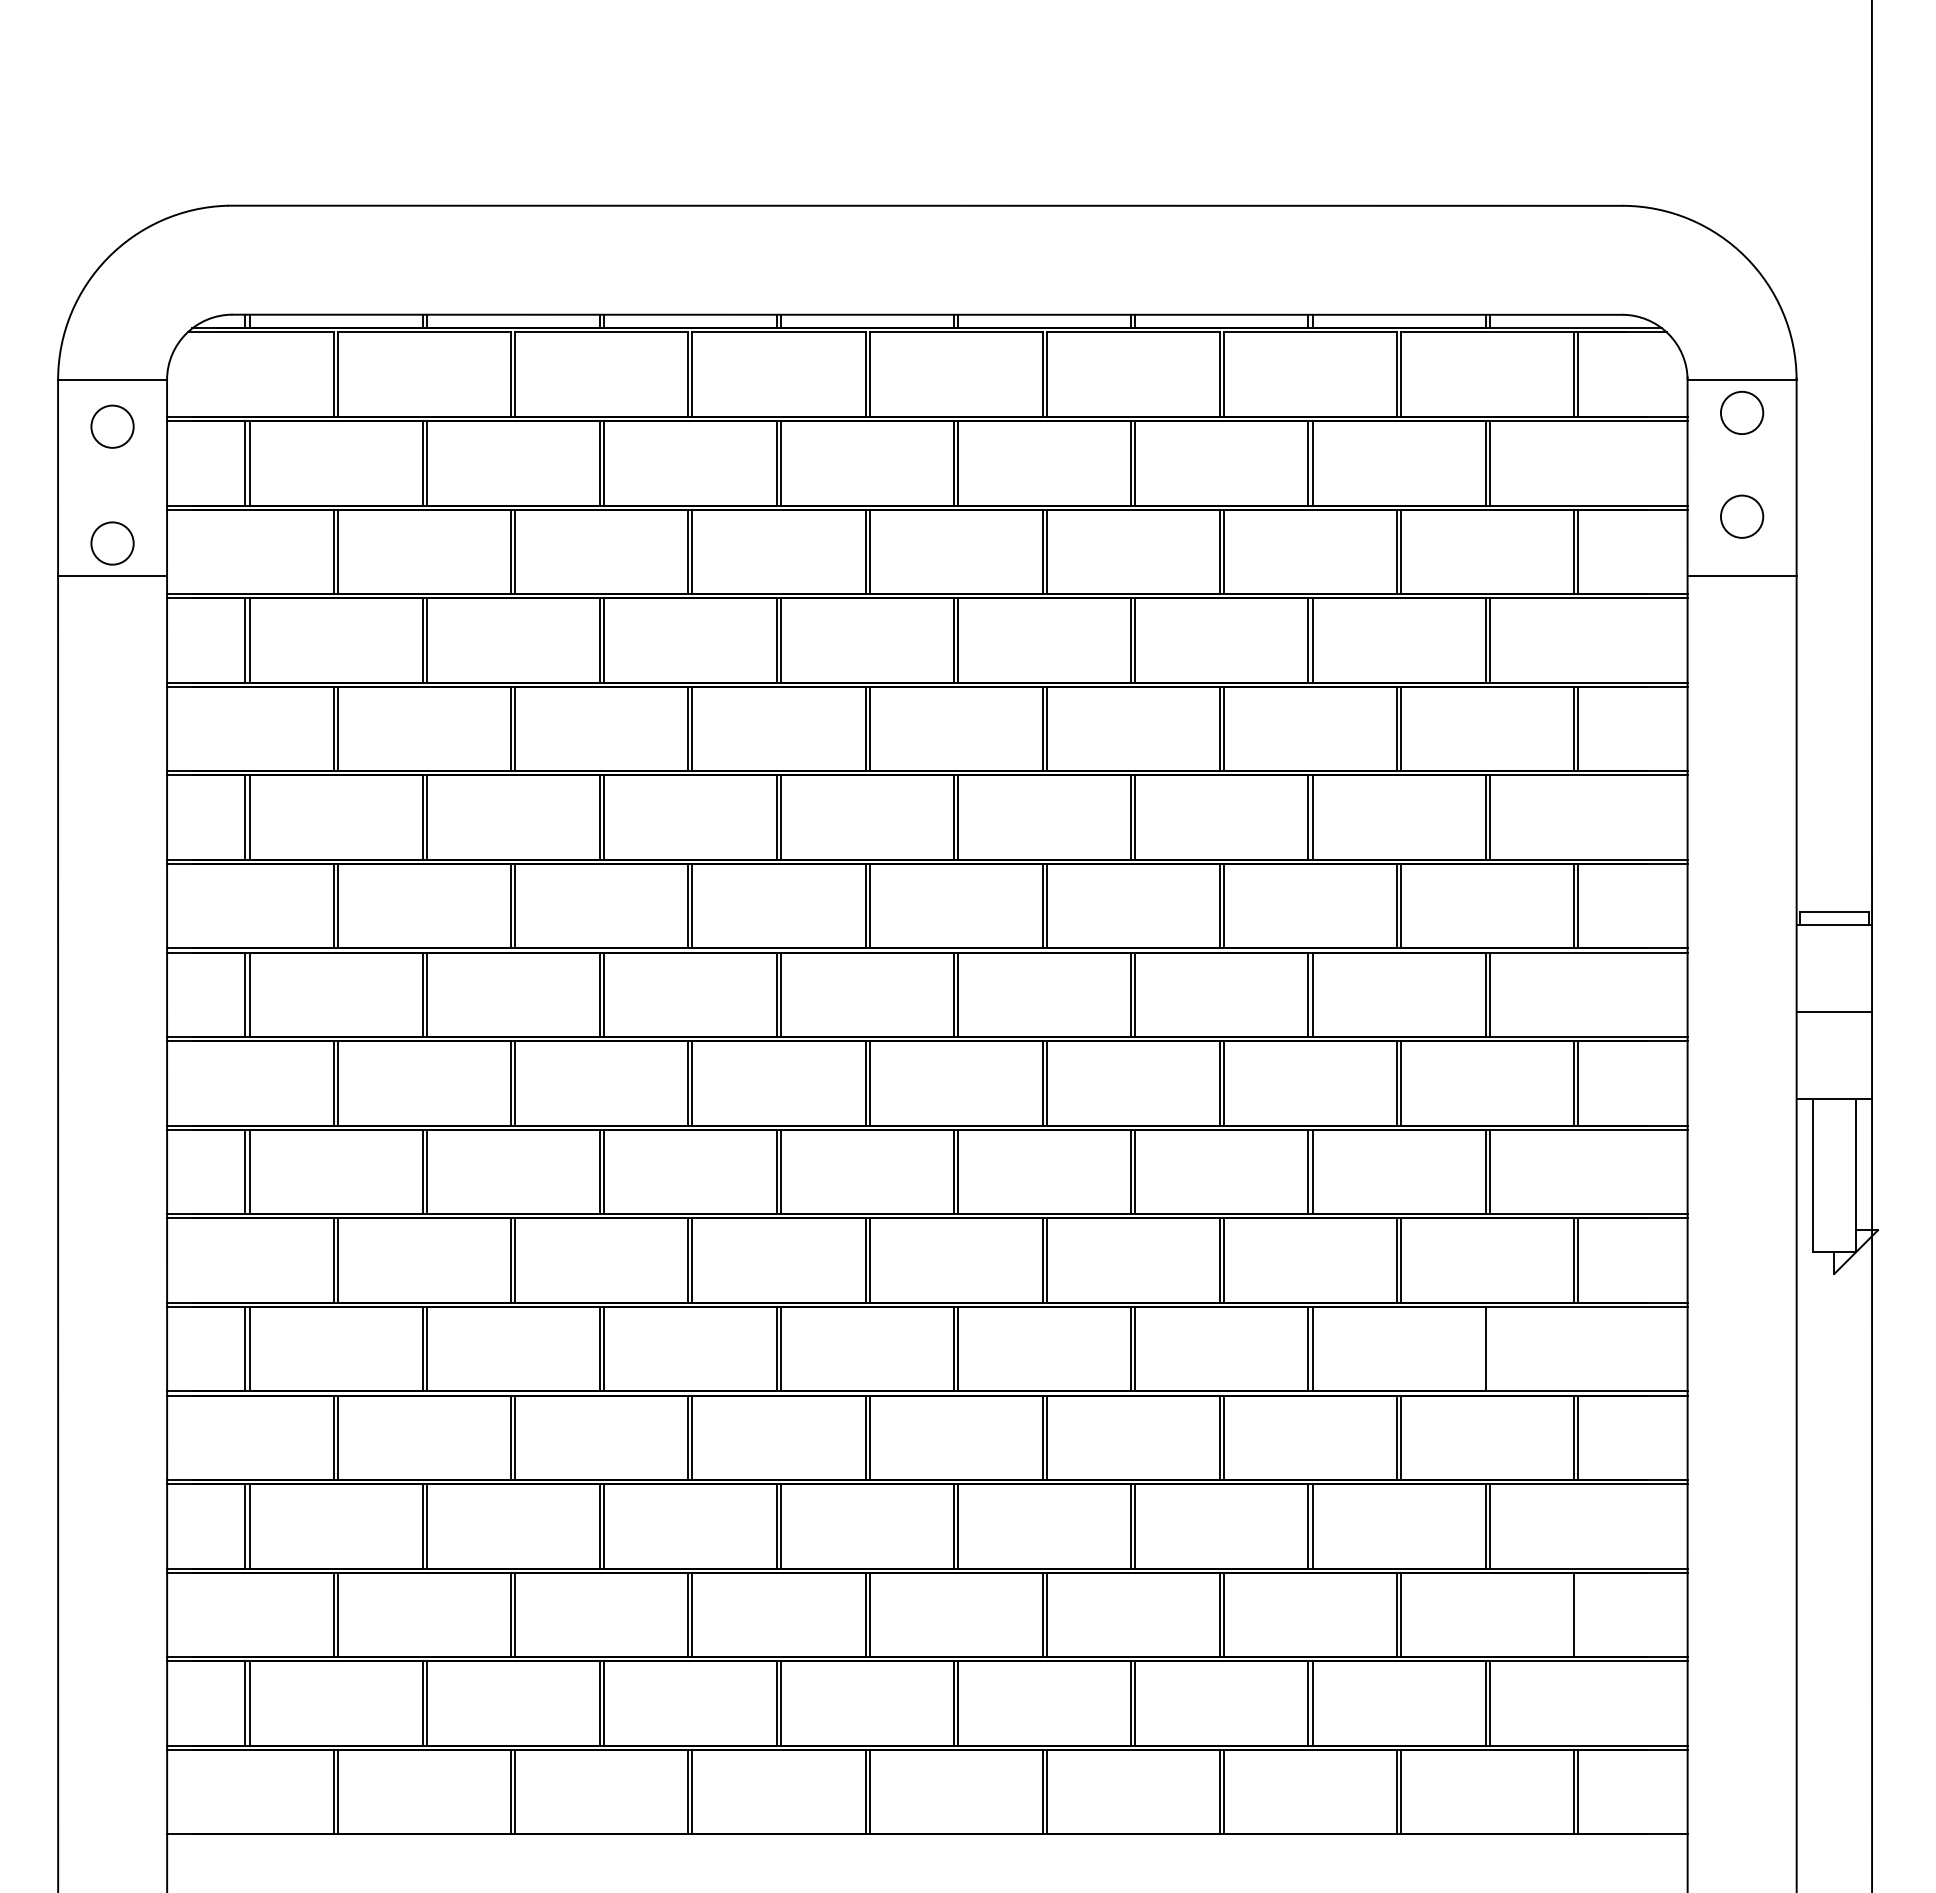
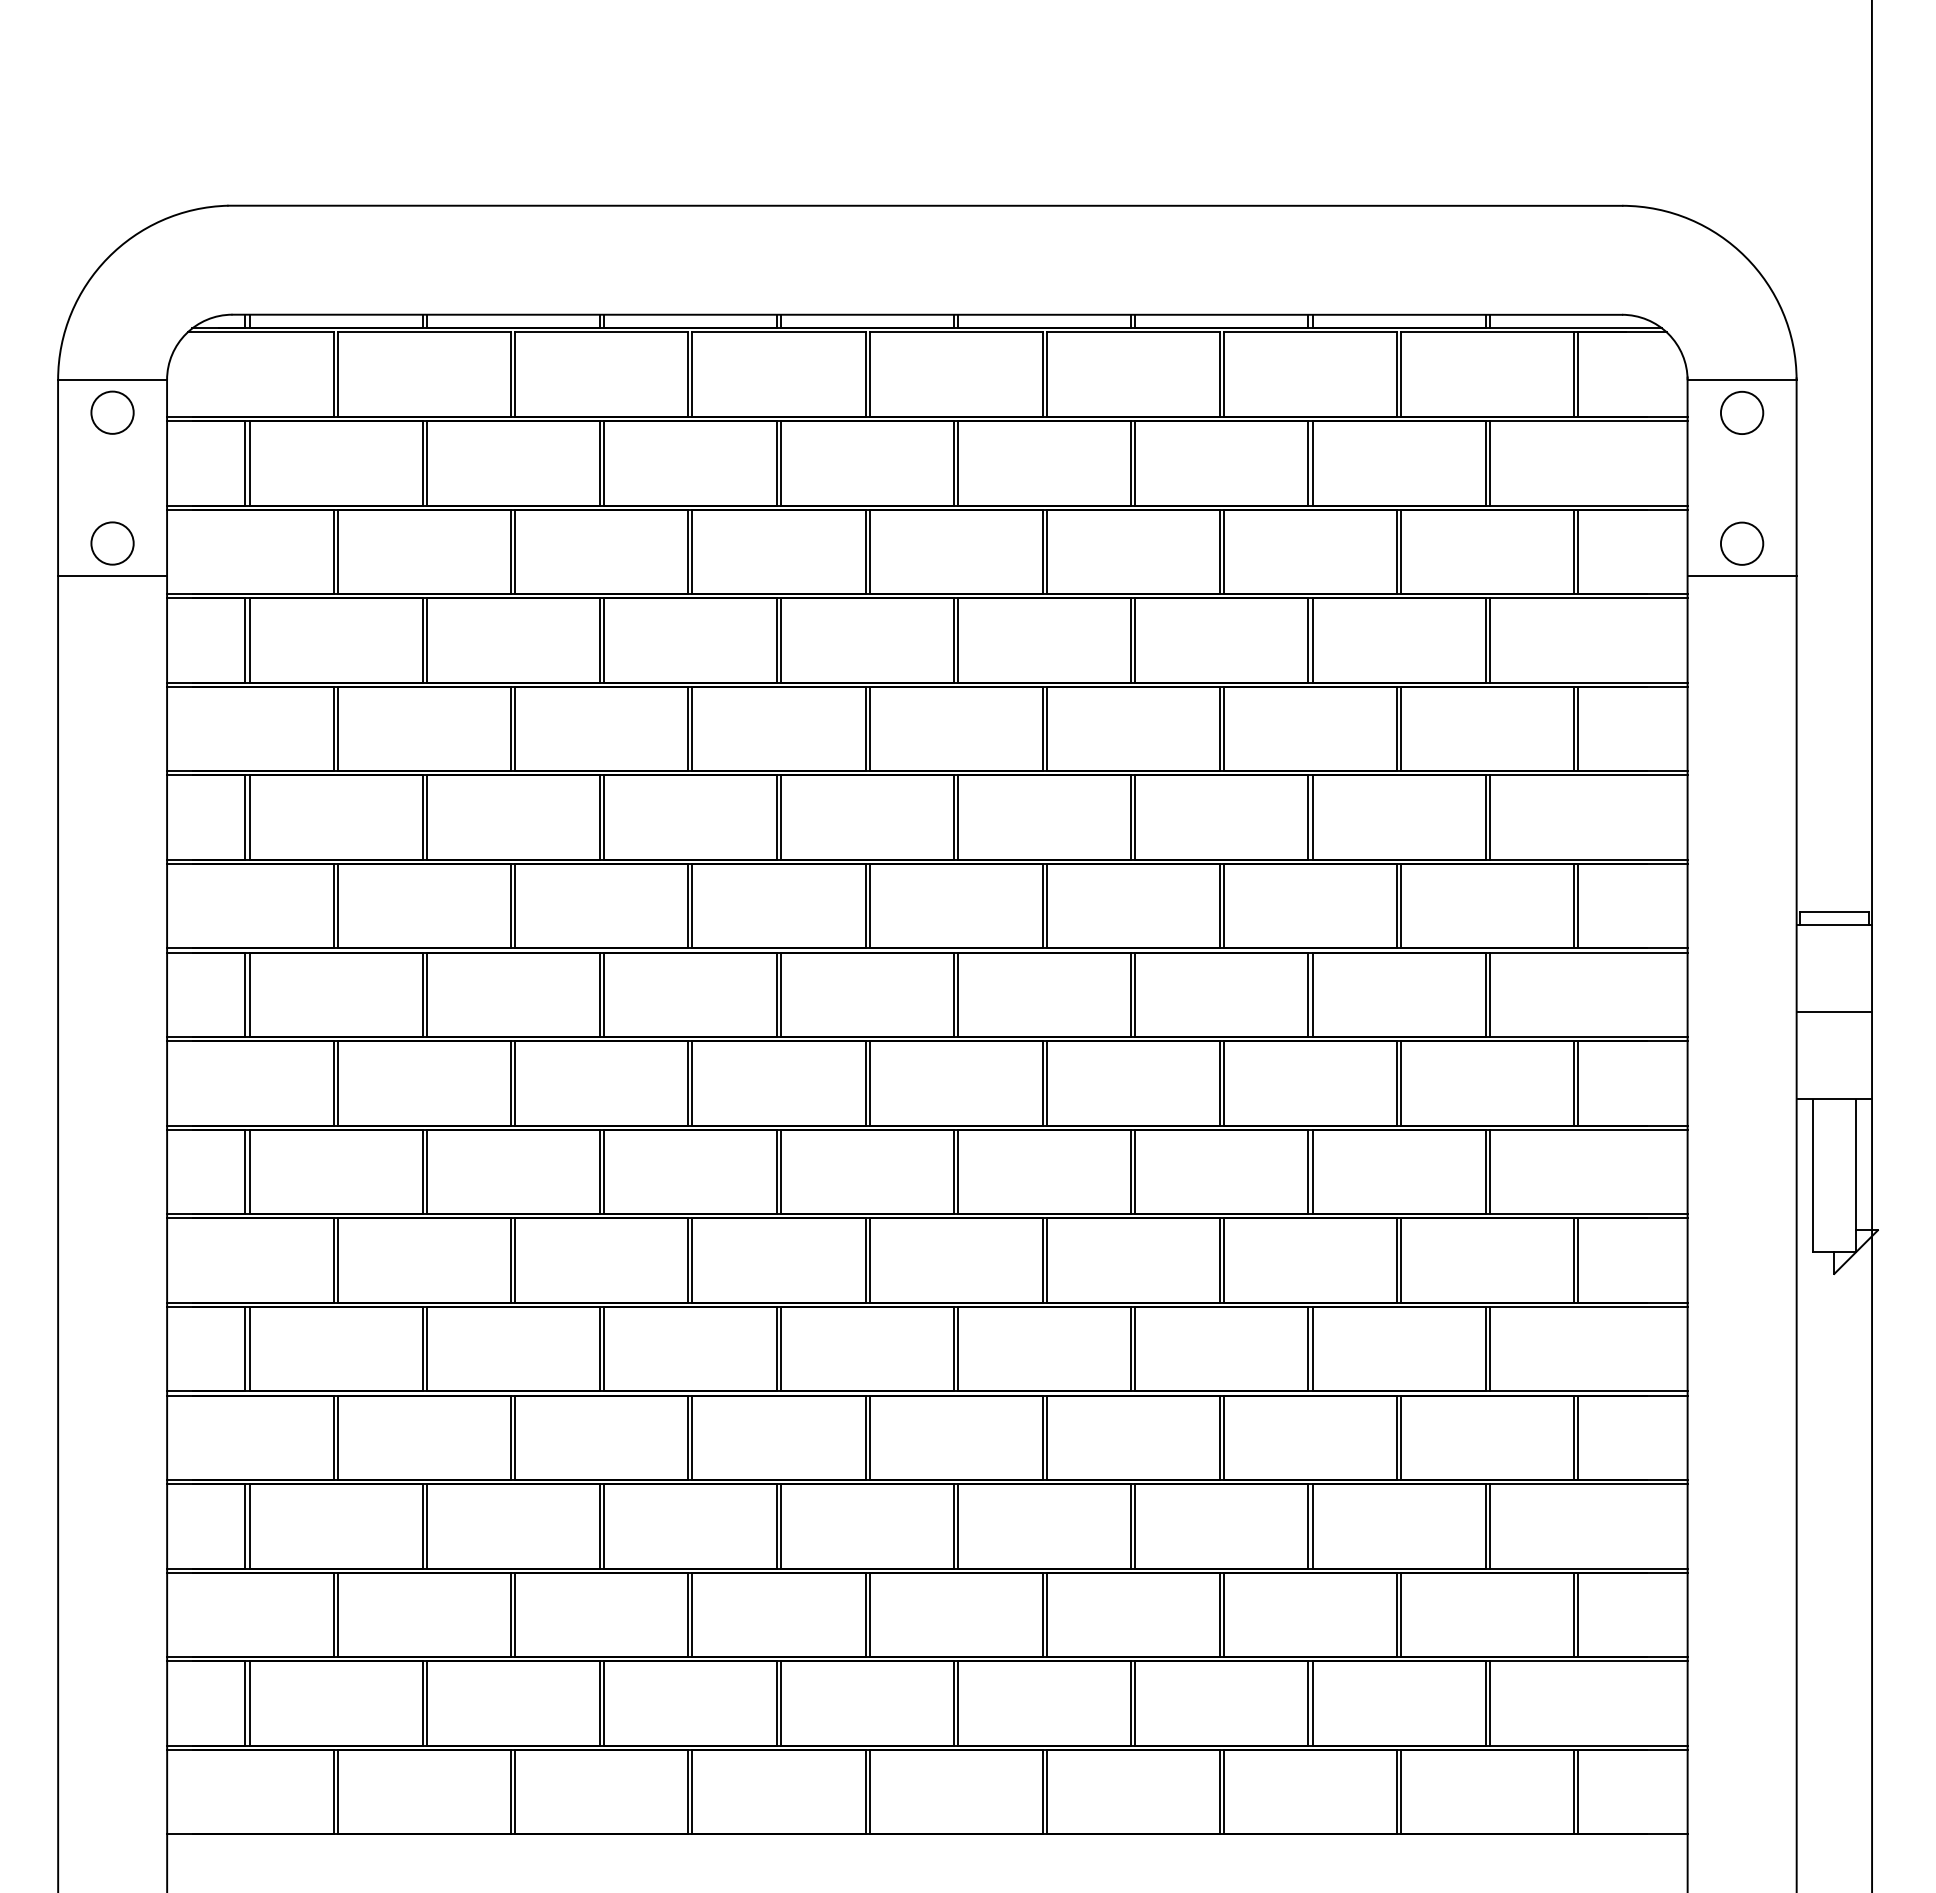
circle at (112, 426) position: (112, 426) -> (112, 412)
circle at (1742, 516) position: (1742, 516) -> (1742, 543)
line at (1489, 1348): none -> present
line at (1578, 1614): none -> present
